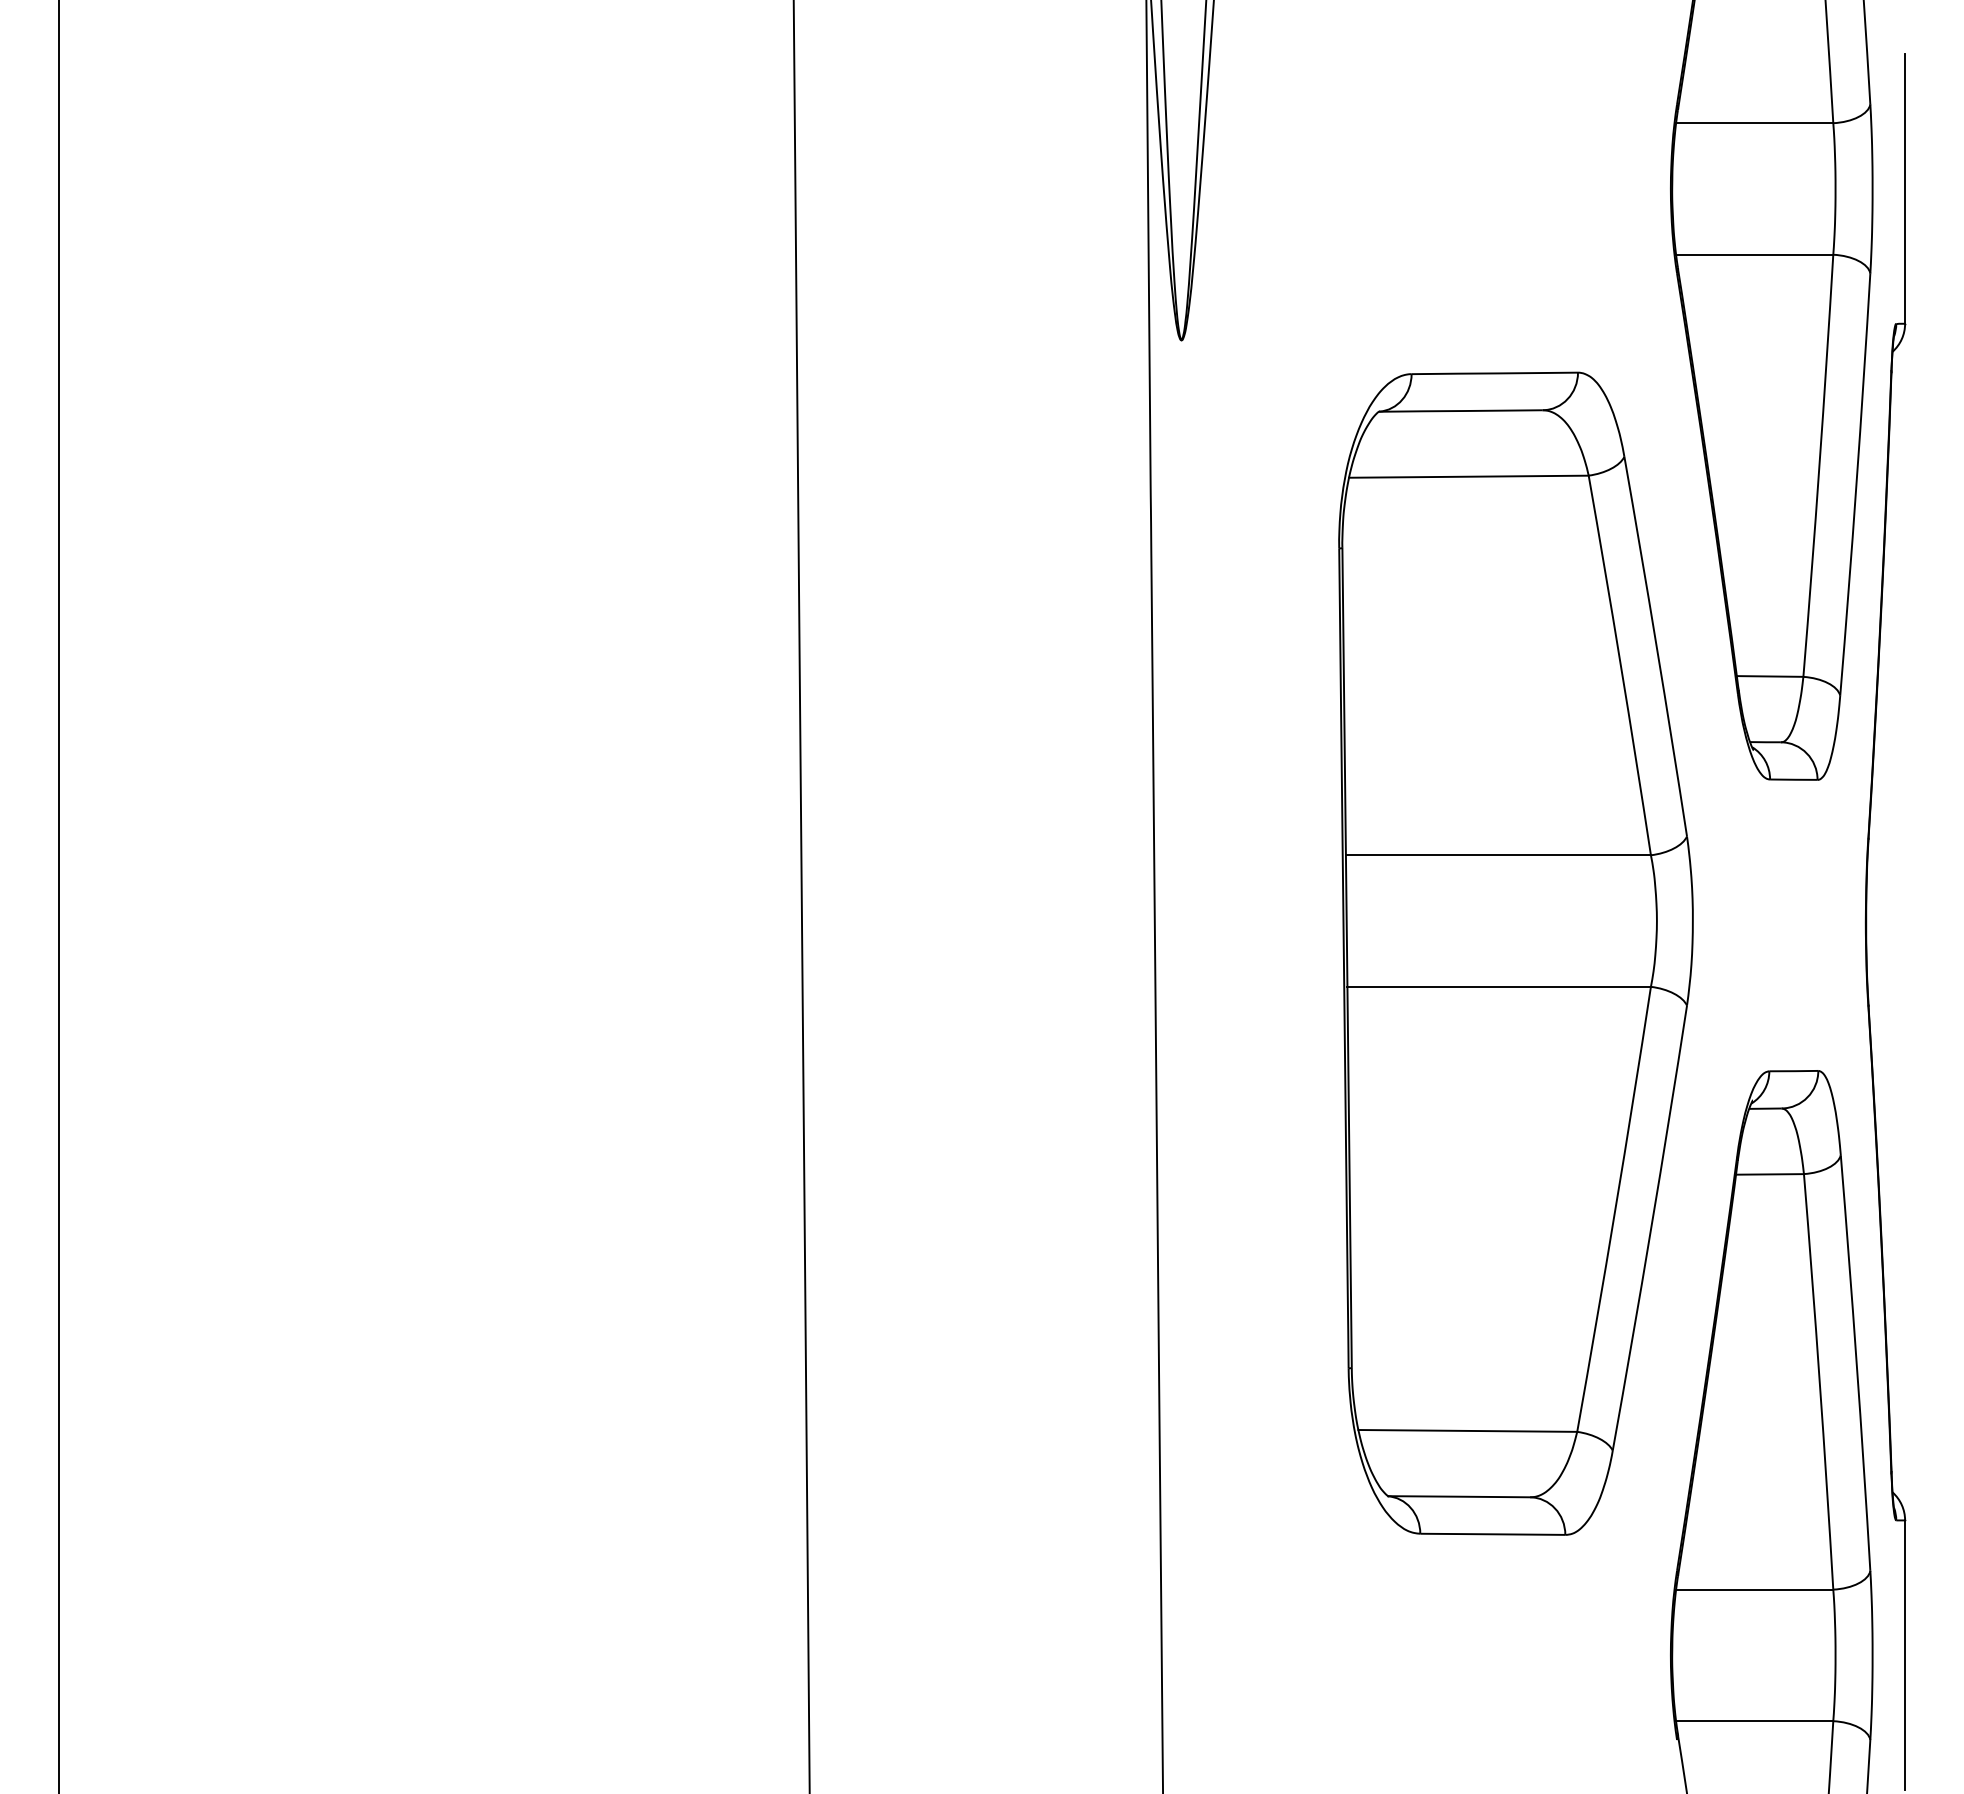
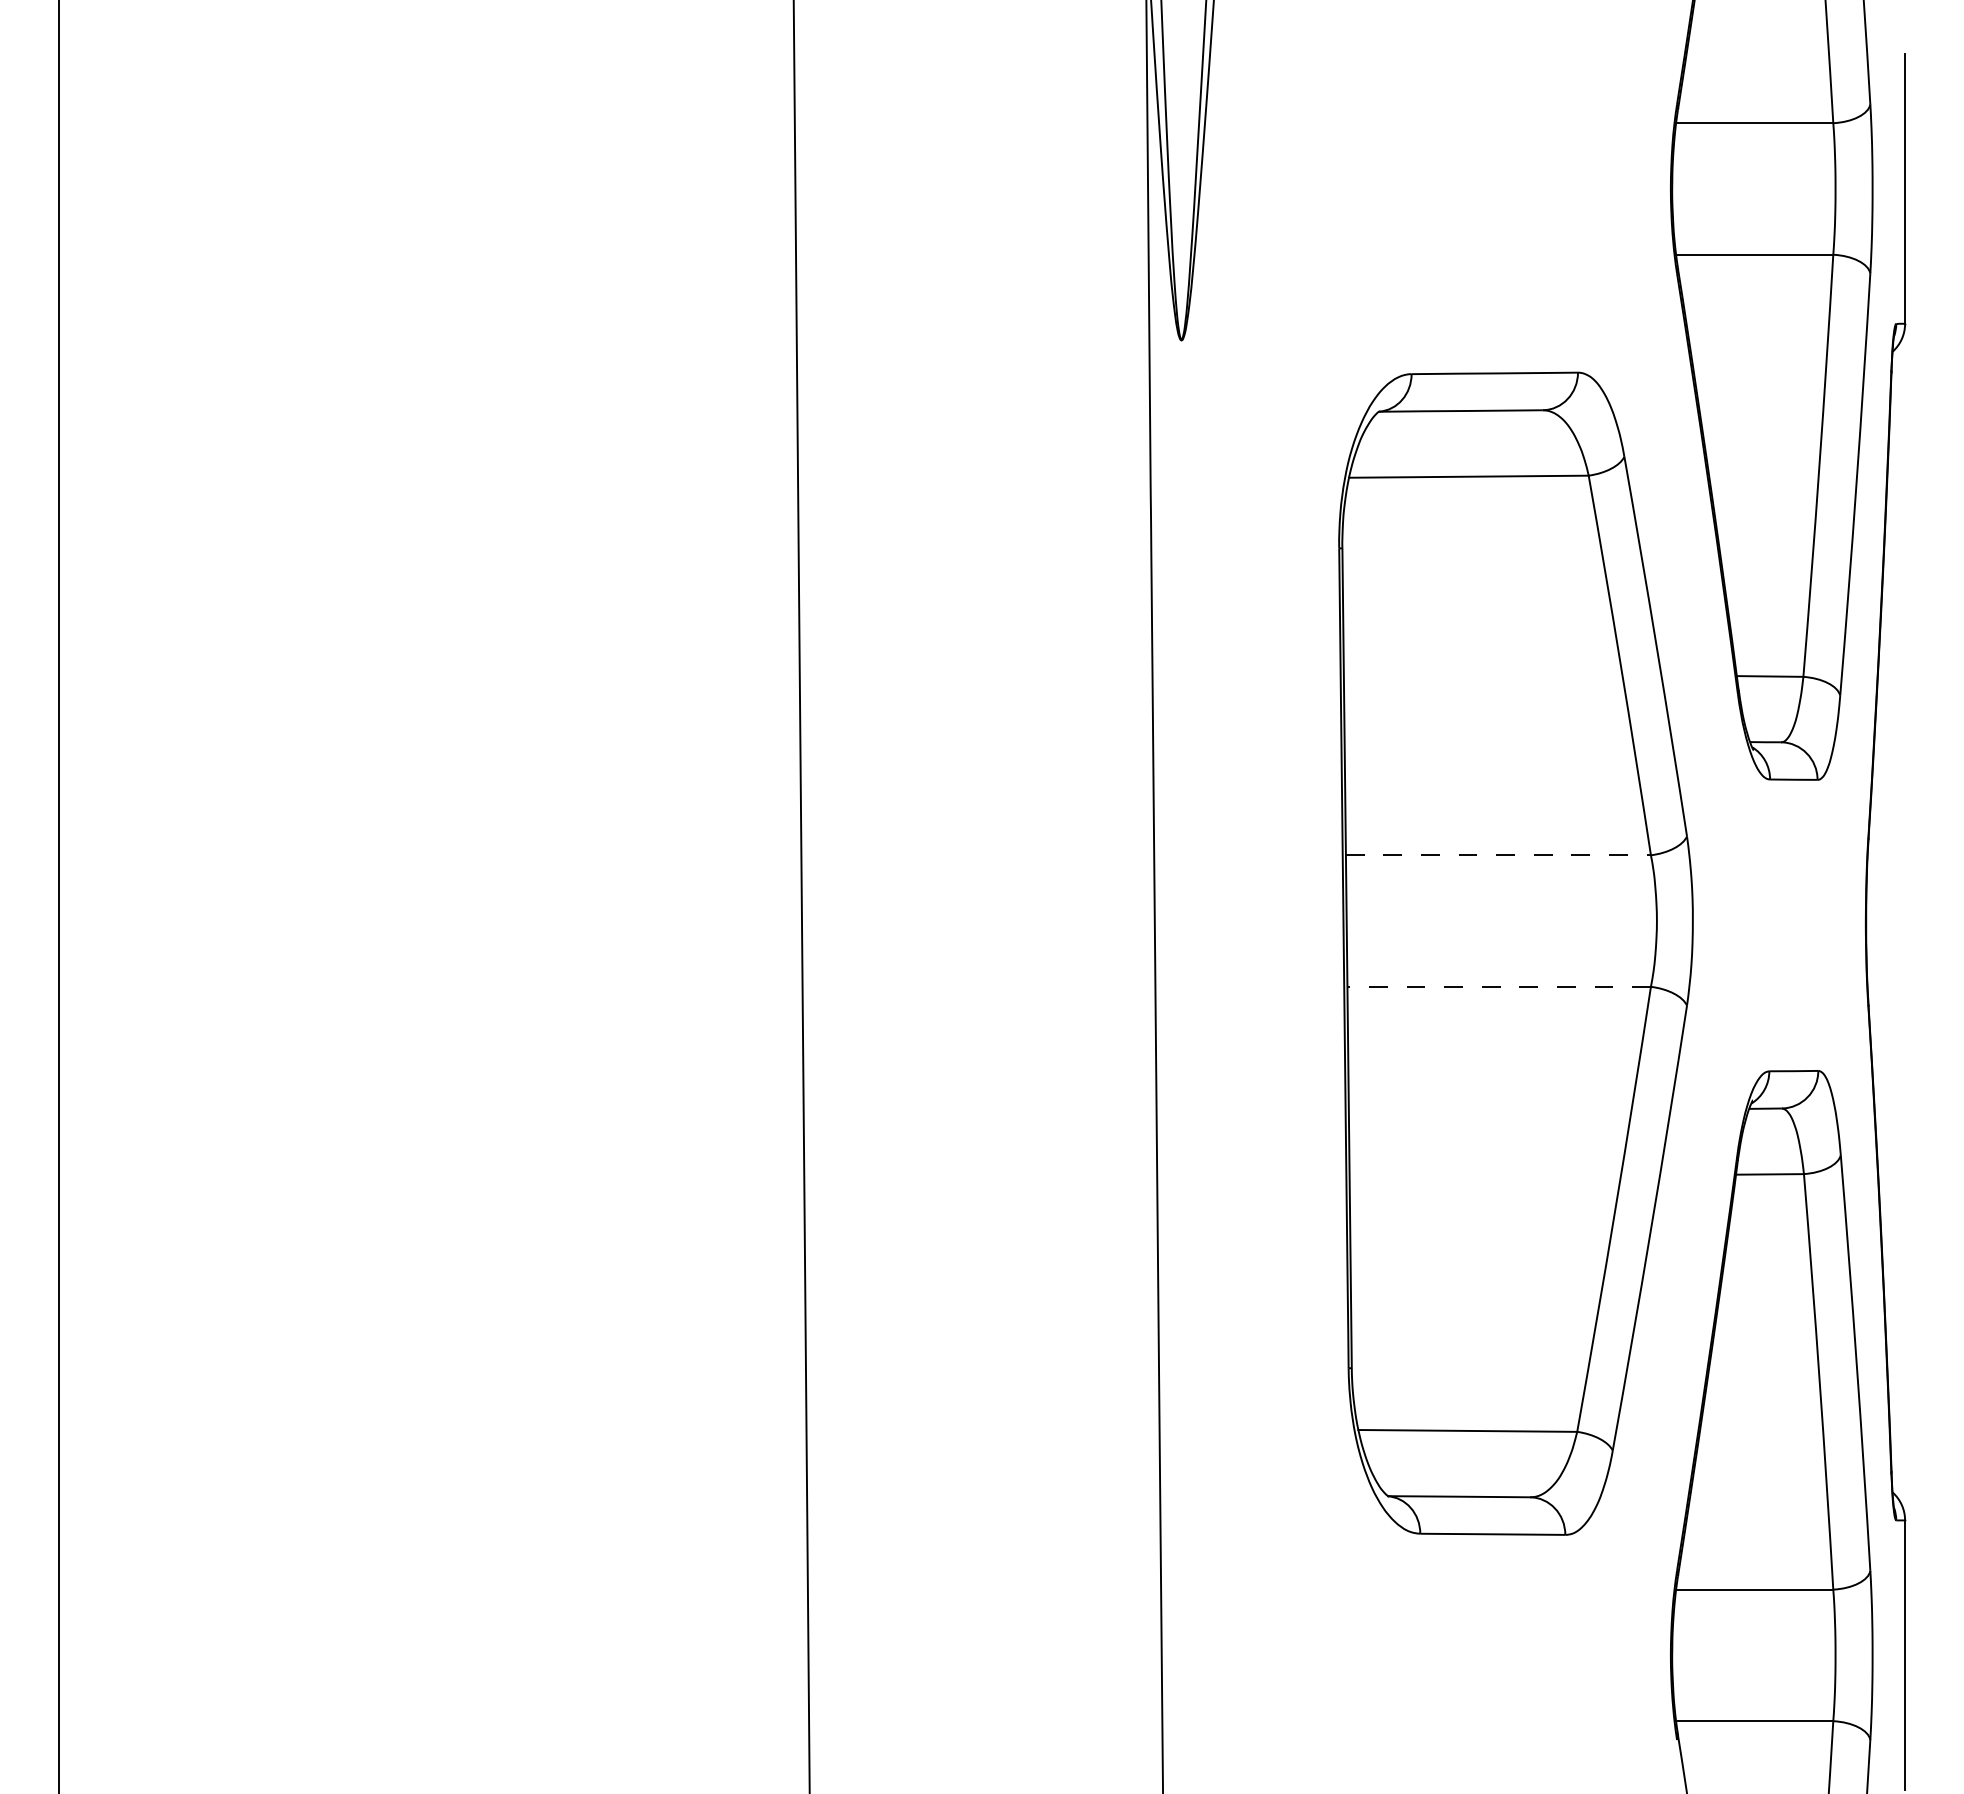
line at (1498, 855): solid -> dashed
line at (1499, 986): solid -> dashed
